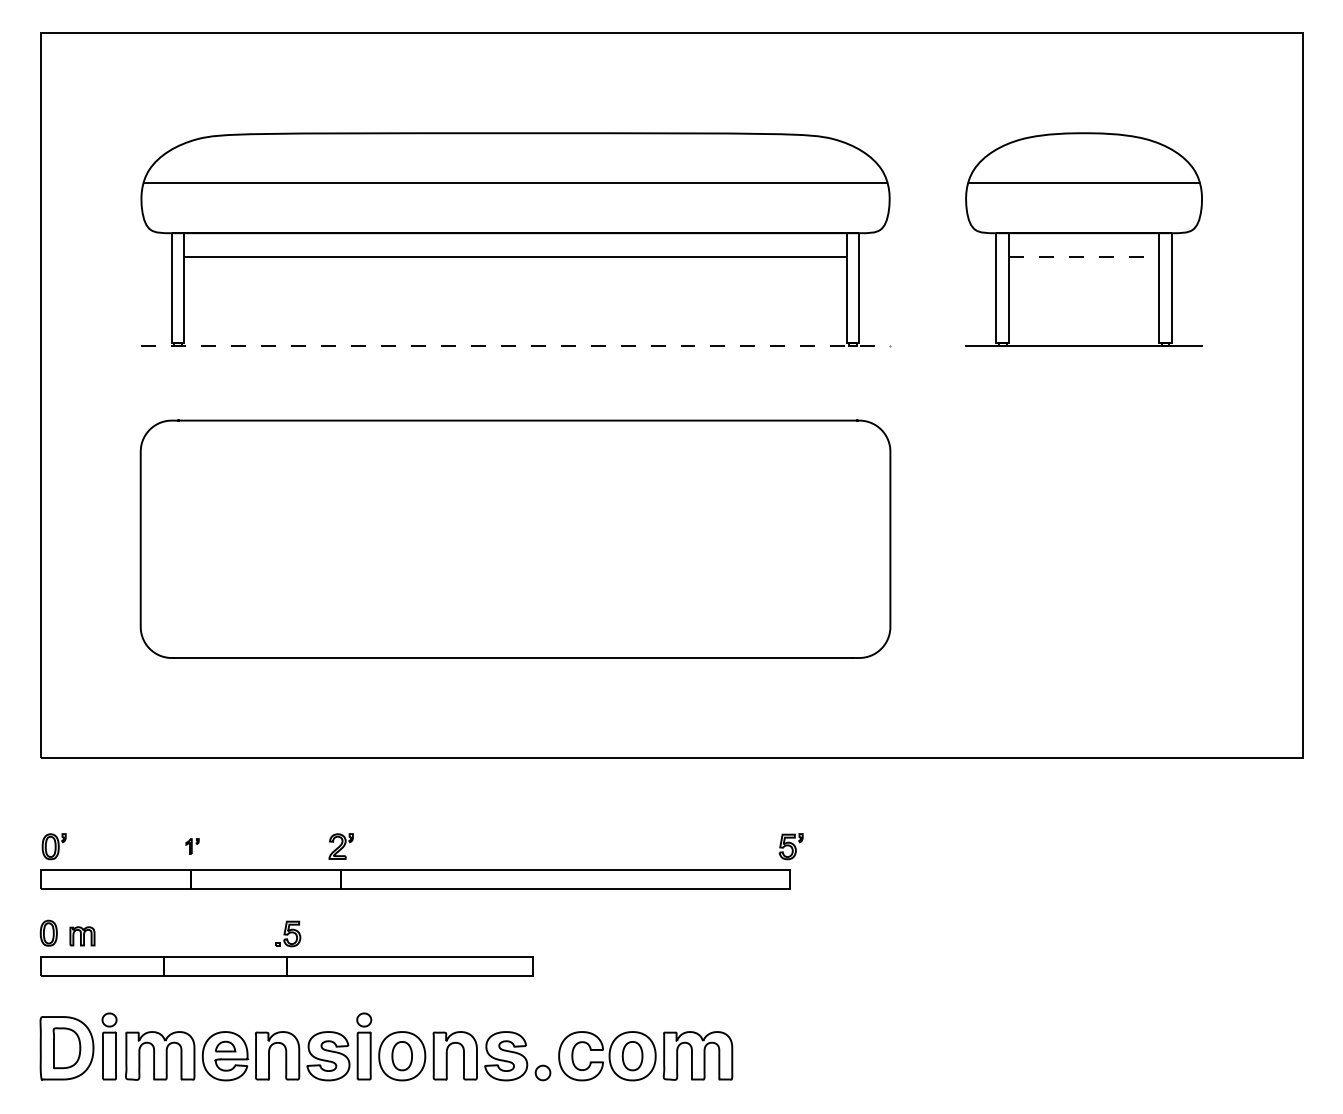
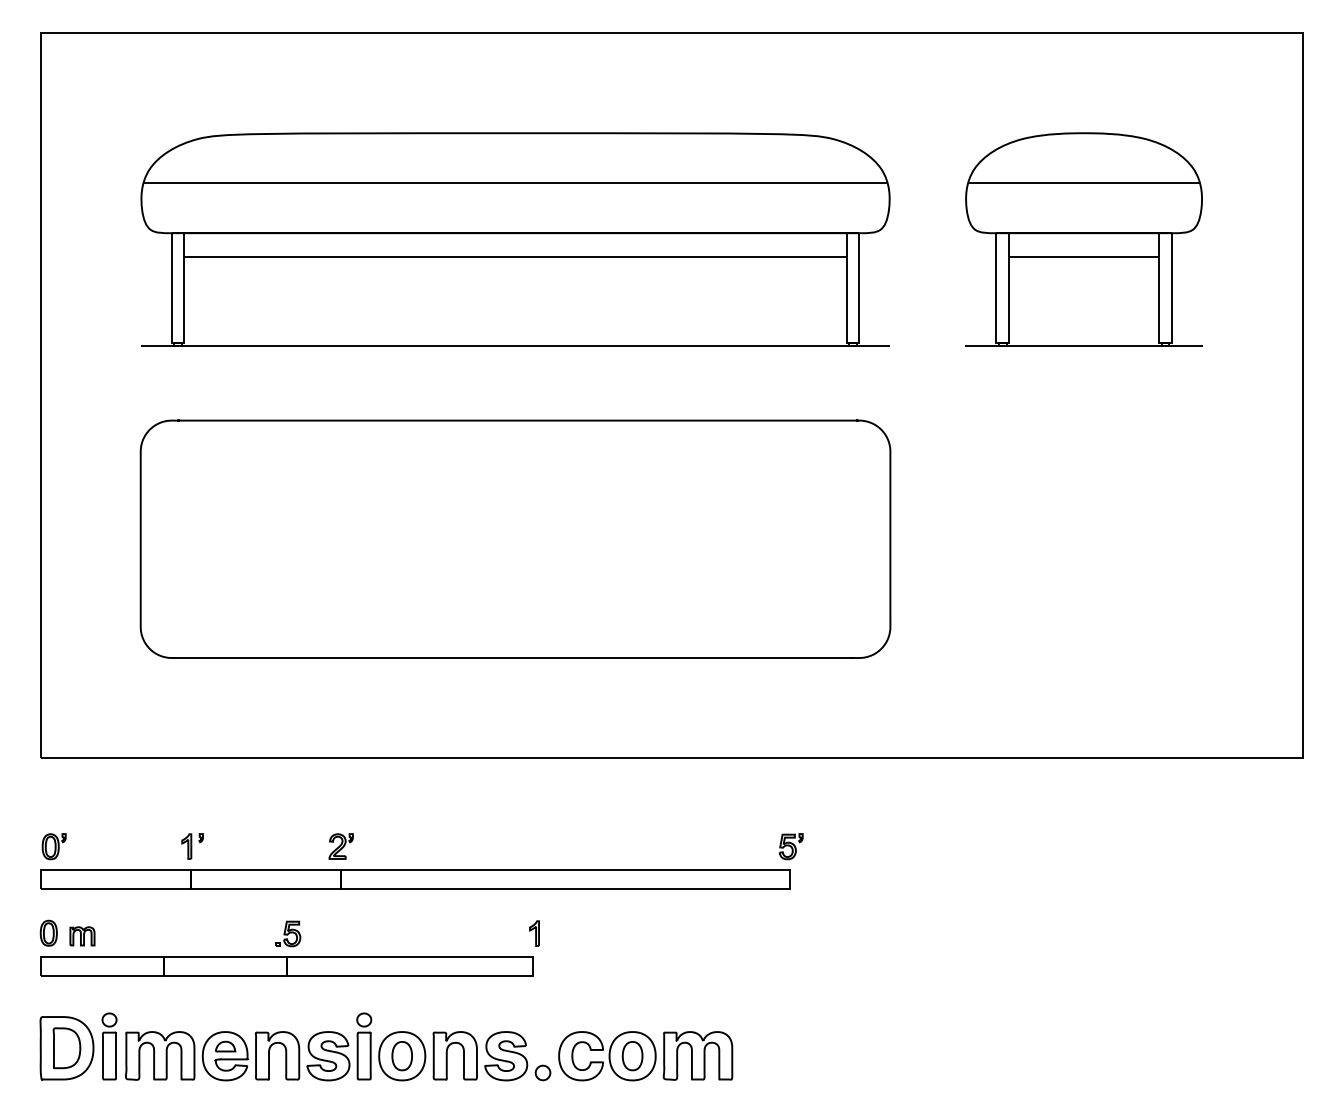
line at (1084, 256): dashed -> solid
line at (515, 345): dashed -> solid
part at (192, 846) size: 15x17 px -> 23x27 px
part at (534, 933): none -> present
